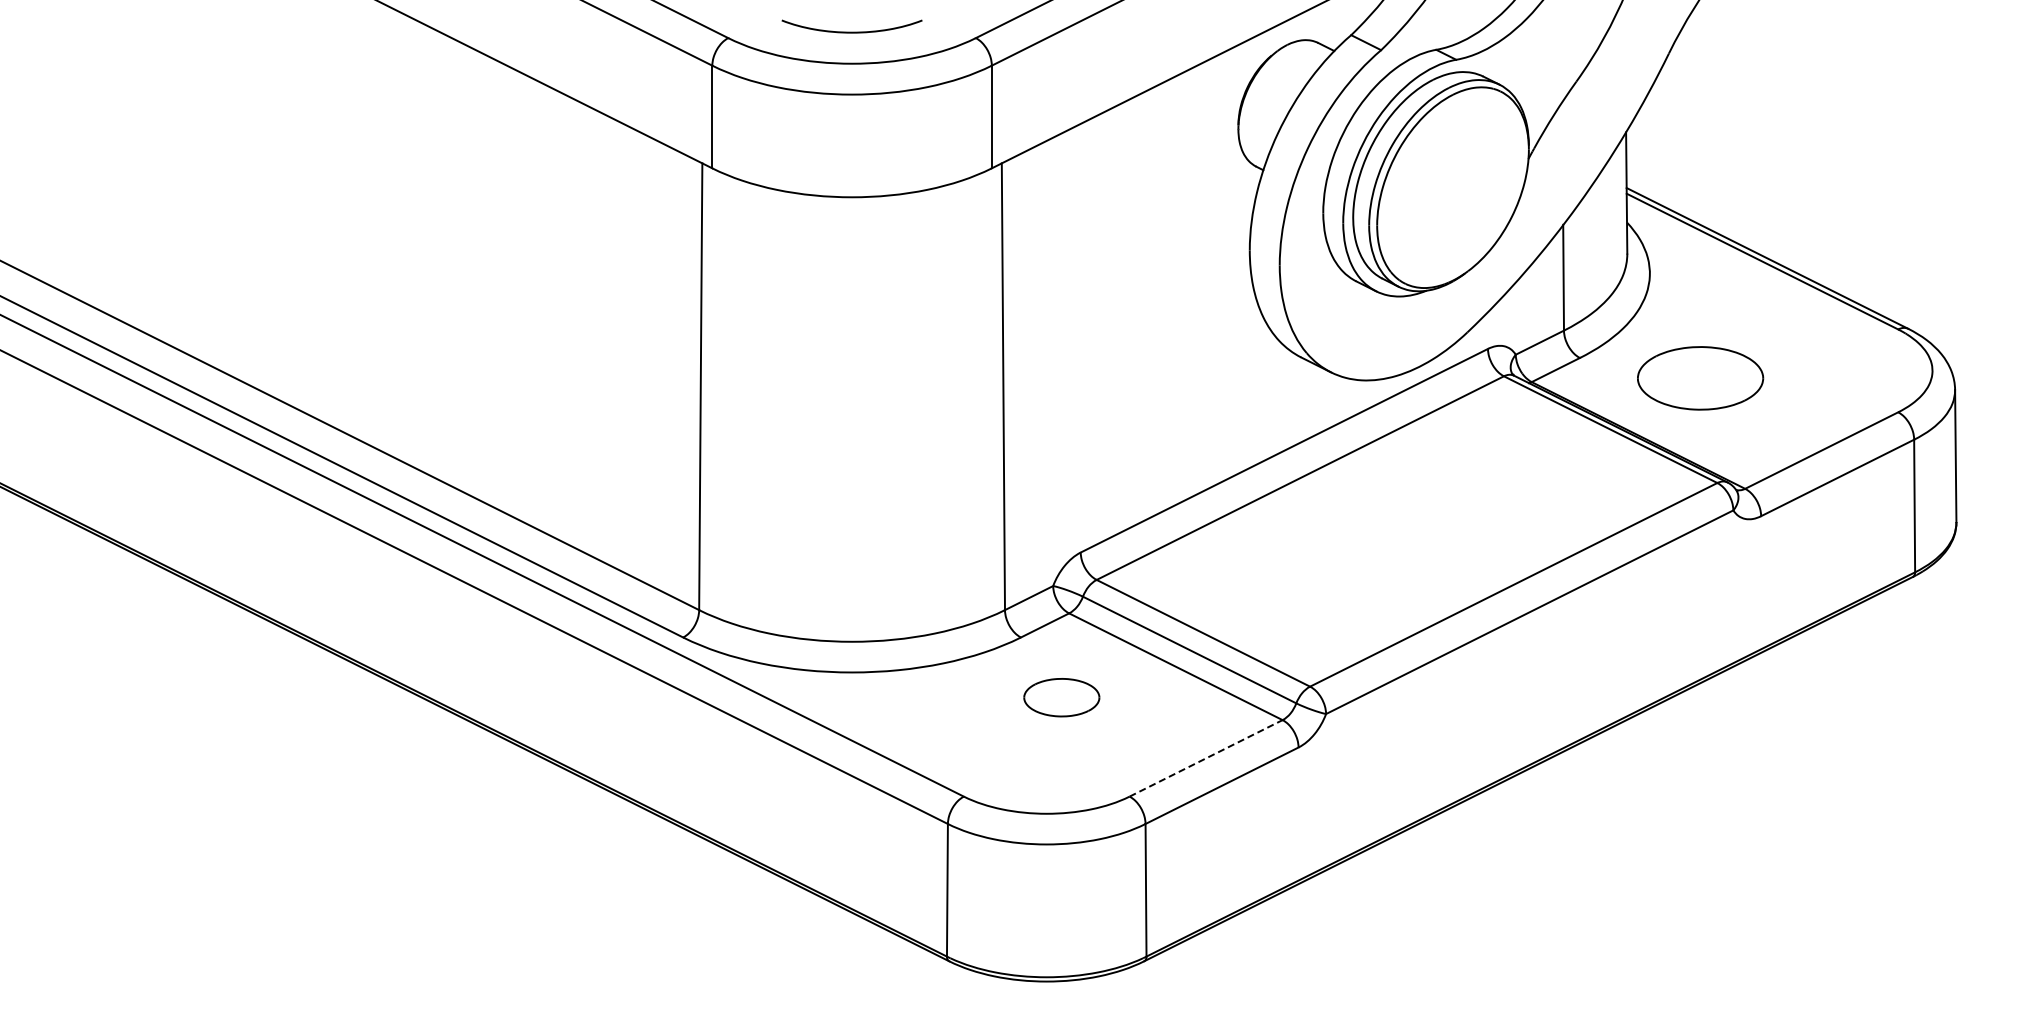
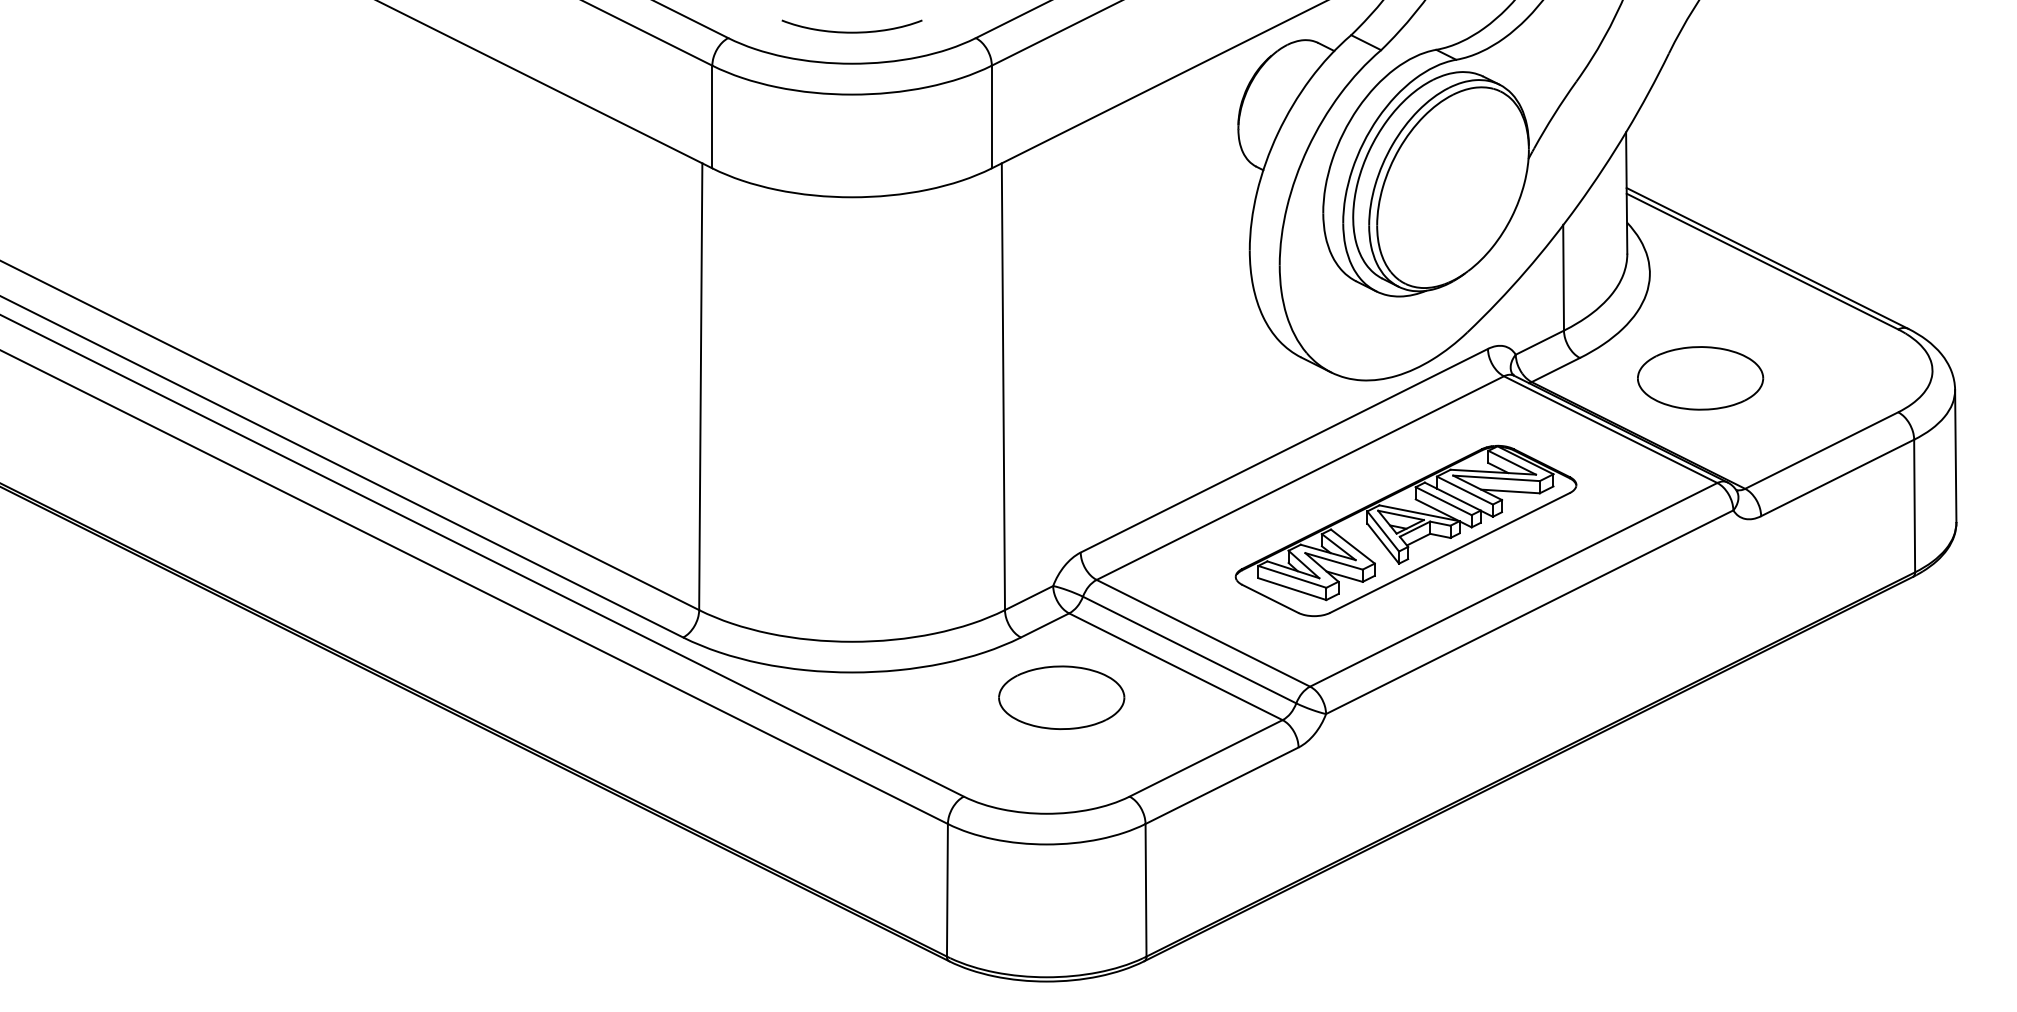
part at (1405, 530): none -> present
part at (1061, 697) size: 78x40 px -> 128x65 px
line at (1206, 758): dashed -> solid
